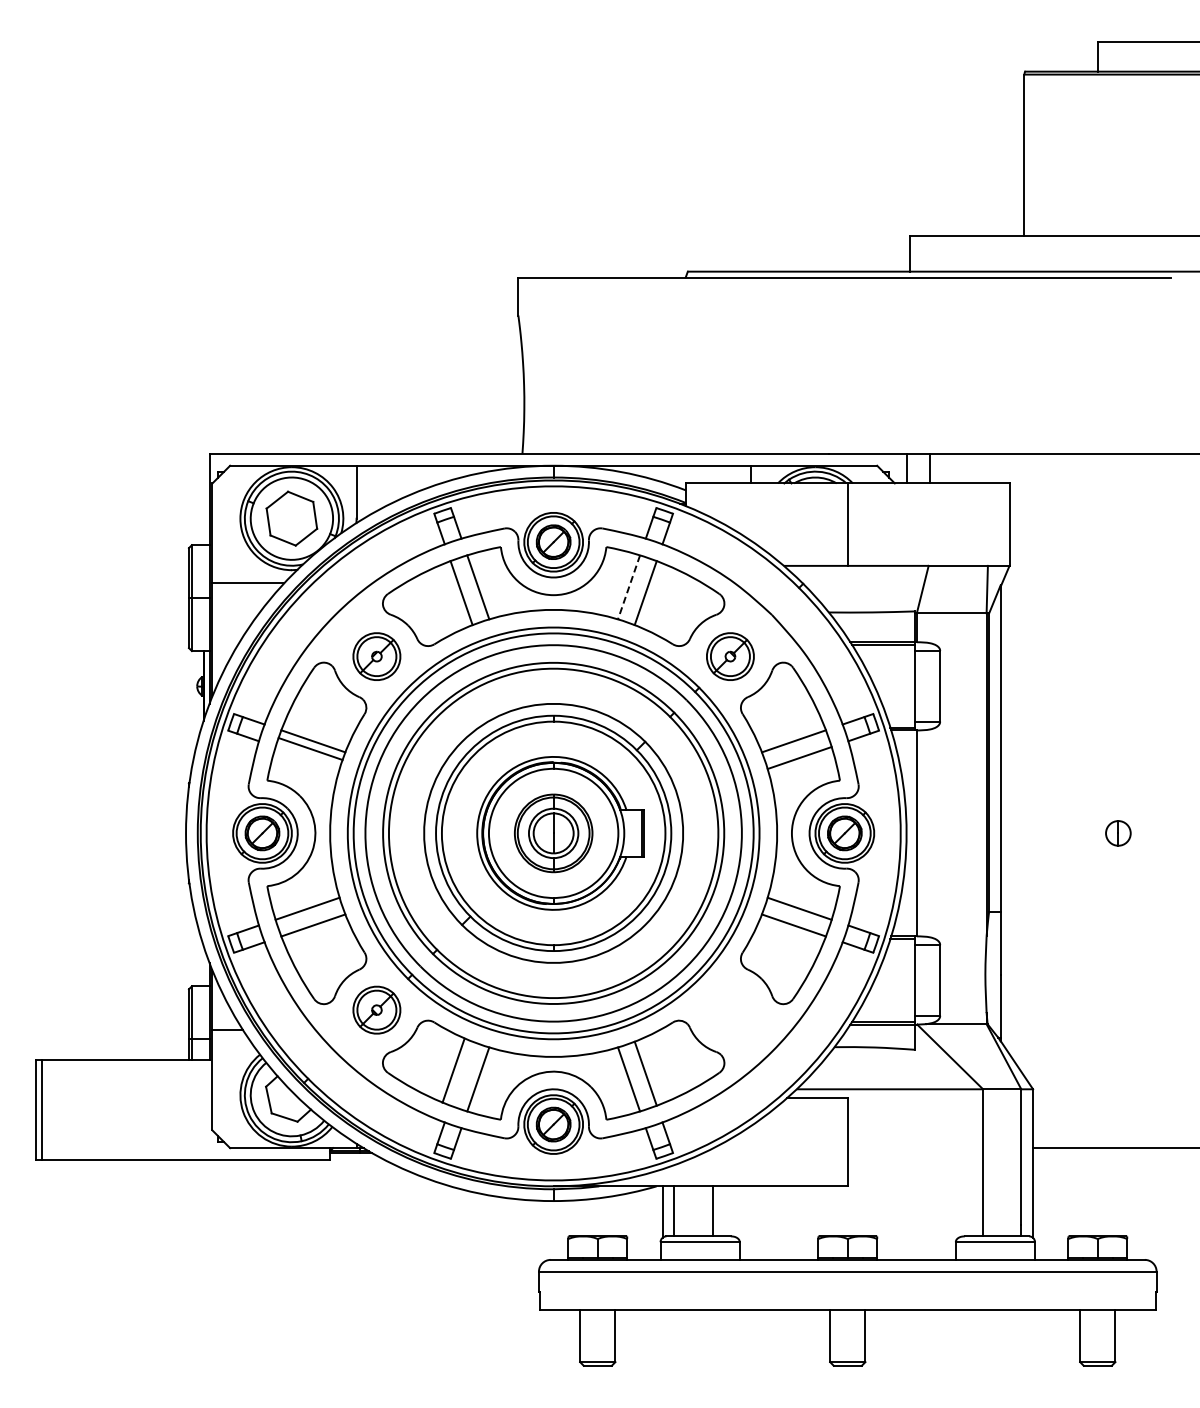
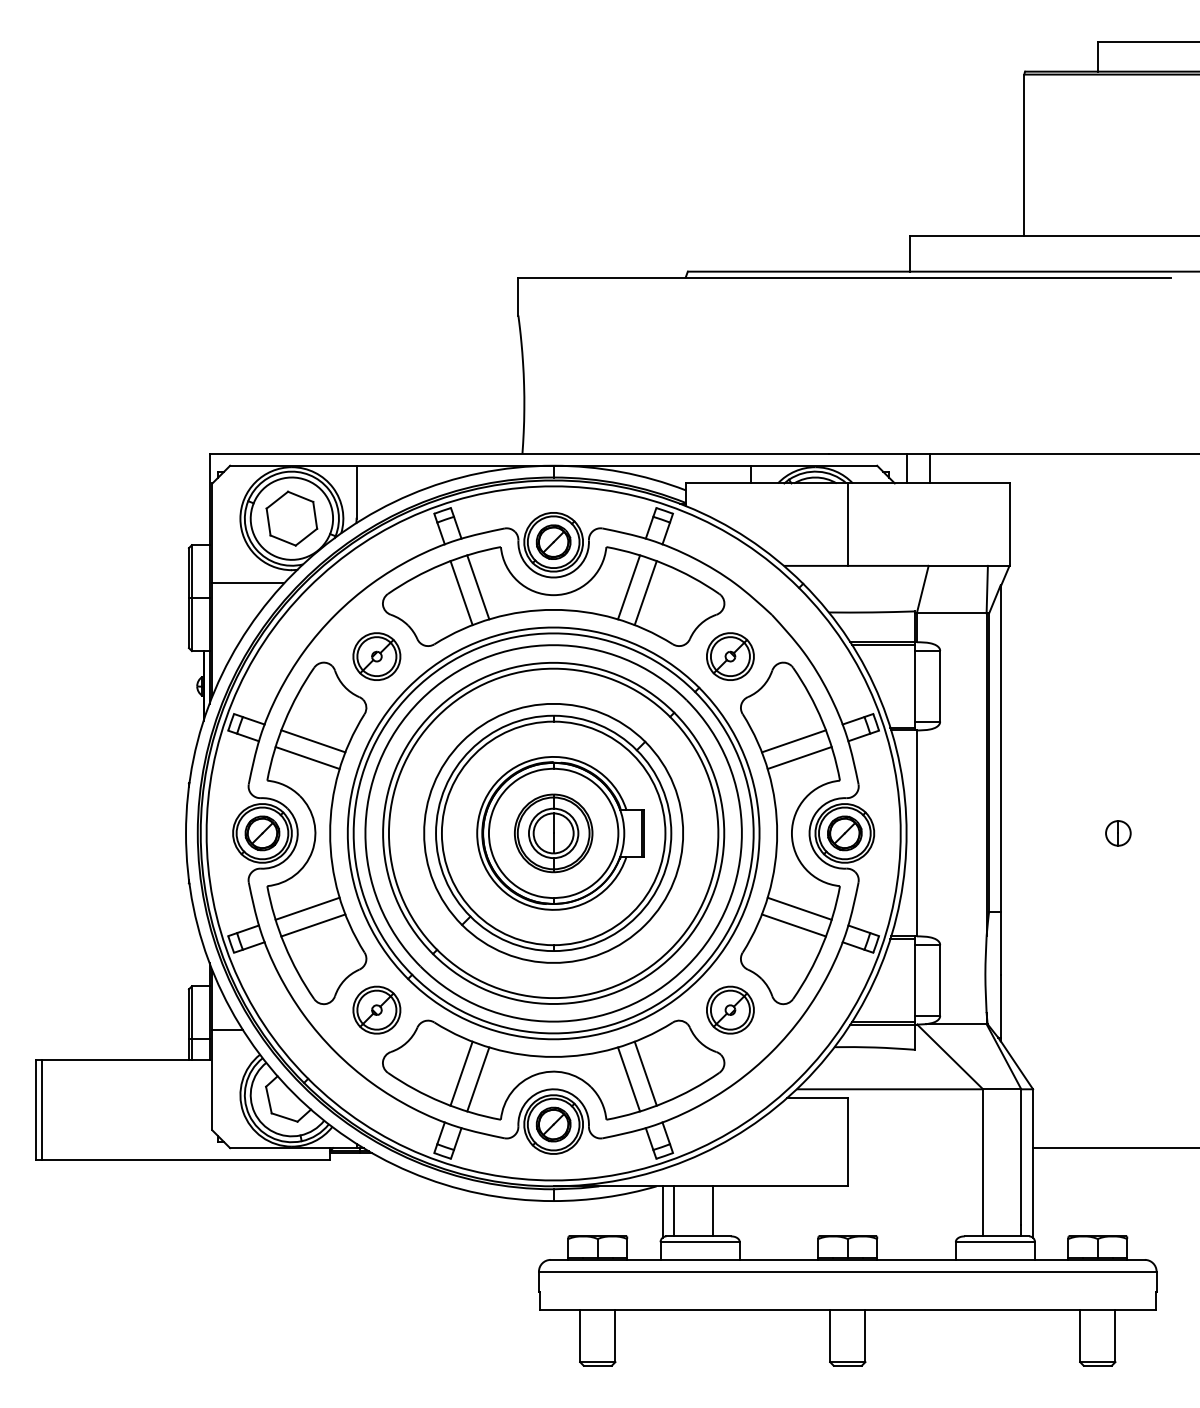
line at (629, 587): dashed -> solid
line at (310, 749) position: (310, 749) -> (307, 758)
part at (730, 1009): none -> present
line at (453, 1070) position: (453, 1070) -> (461, 1073)
